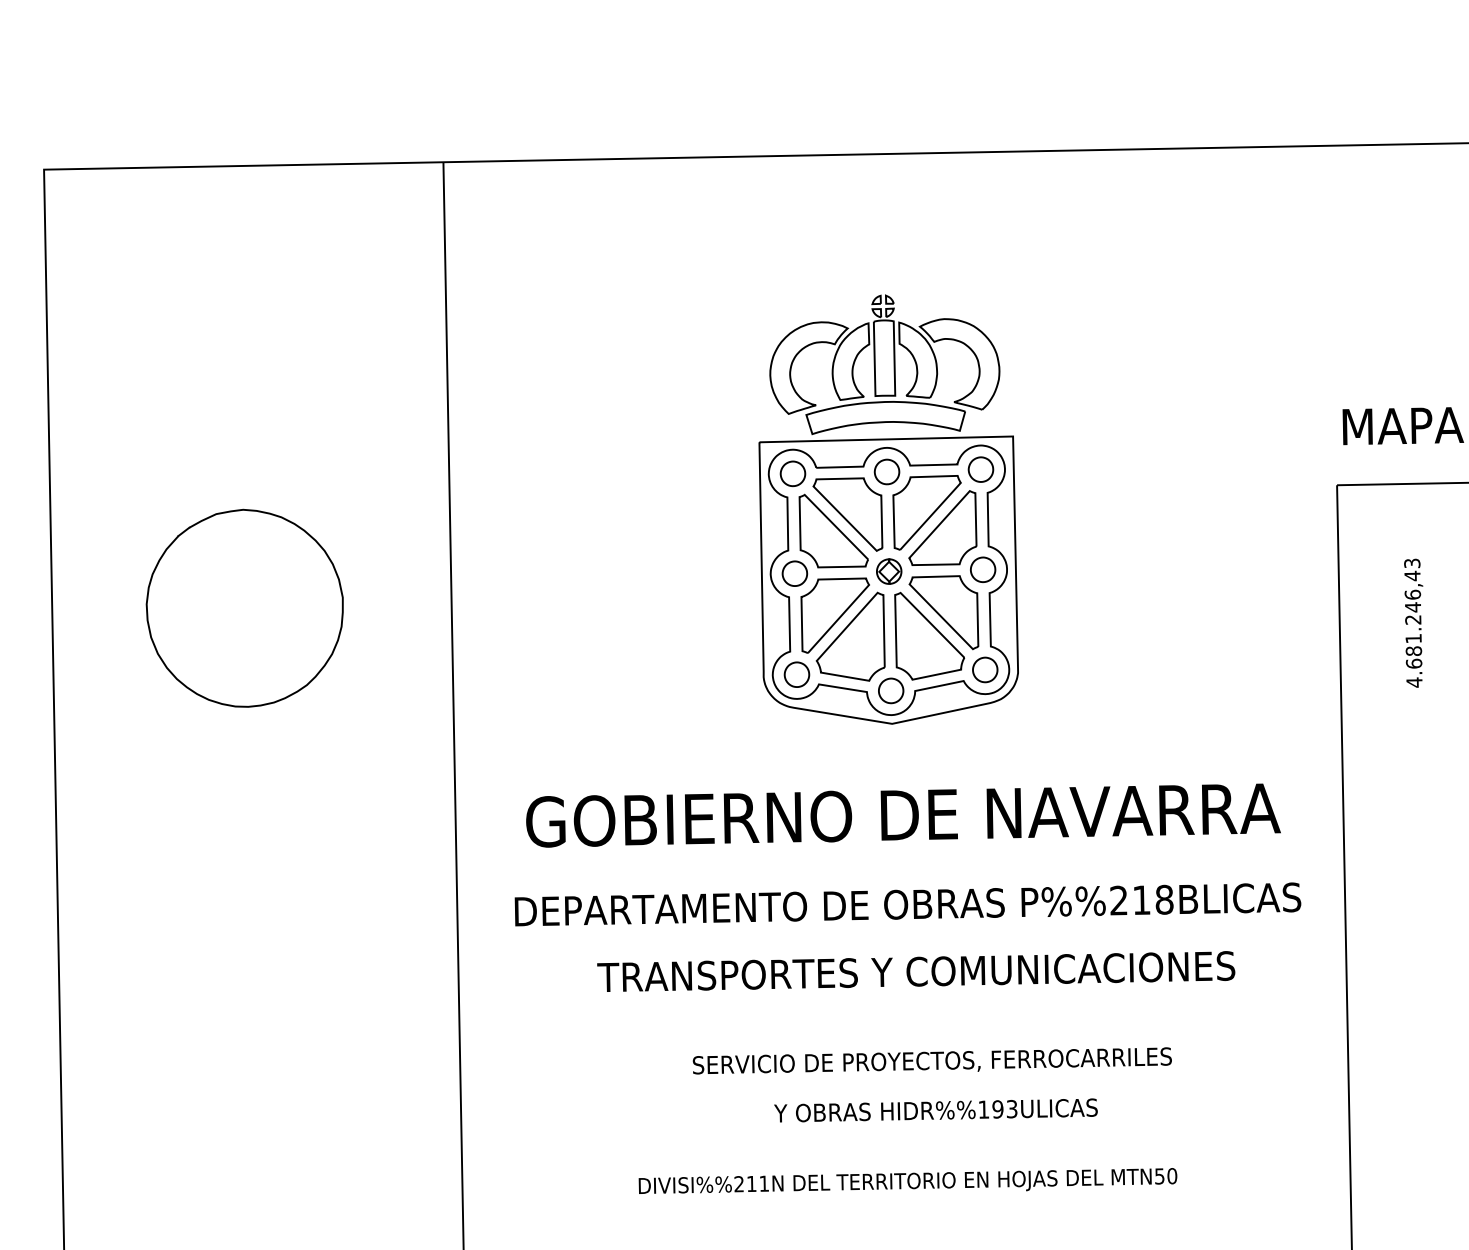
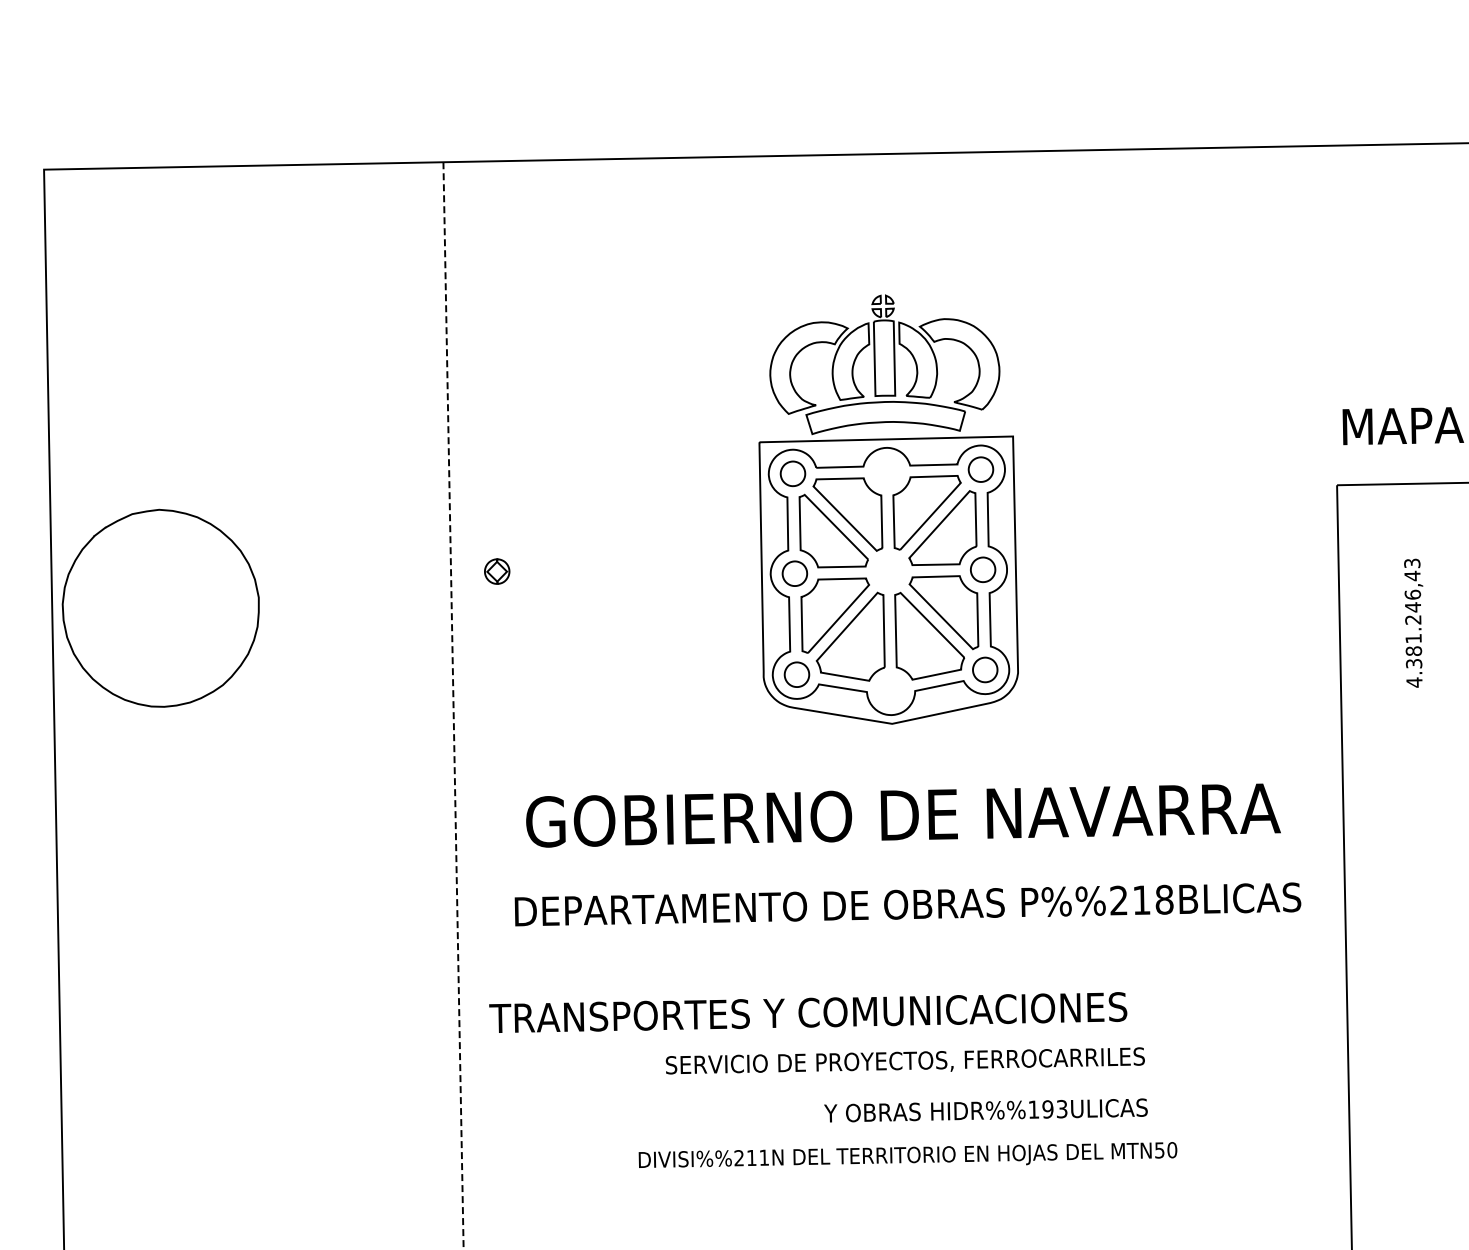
part at (886, 471): present -> none
part at (889, 571) position: (889, 571) -> (497, 571)
part at (244, 607) position: (244, 607) -> (160, 607)
text at (1413, 663): 4.681.246,43 -> 4.381.246,43
part at (891, 690): present -> none
line at (453, 706): solid -> dashed
text at (916, 971) position: (916, 971) -> (808, 1012)
text at (931, 1060) position: (931, 1060) -> (904, 1060)
text at (935, 1110) position: (935, 1110) -> (985, 1110)
text at (907, 1180) position: (907, 1180) -> (907, 1154)
